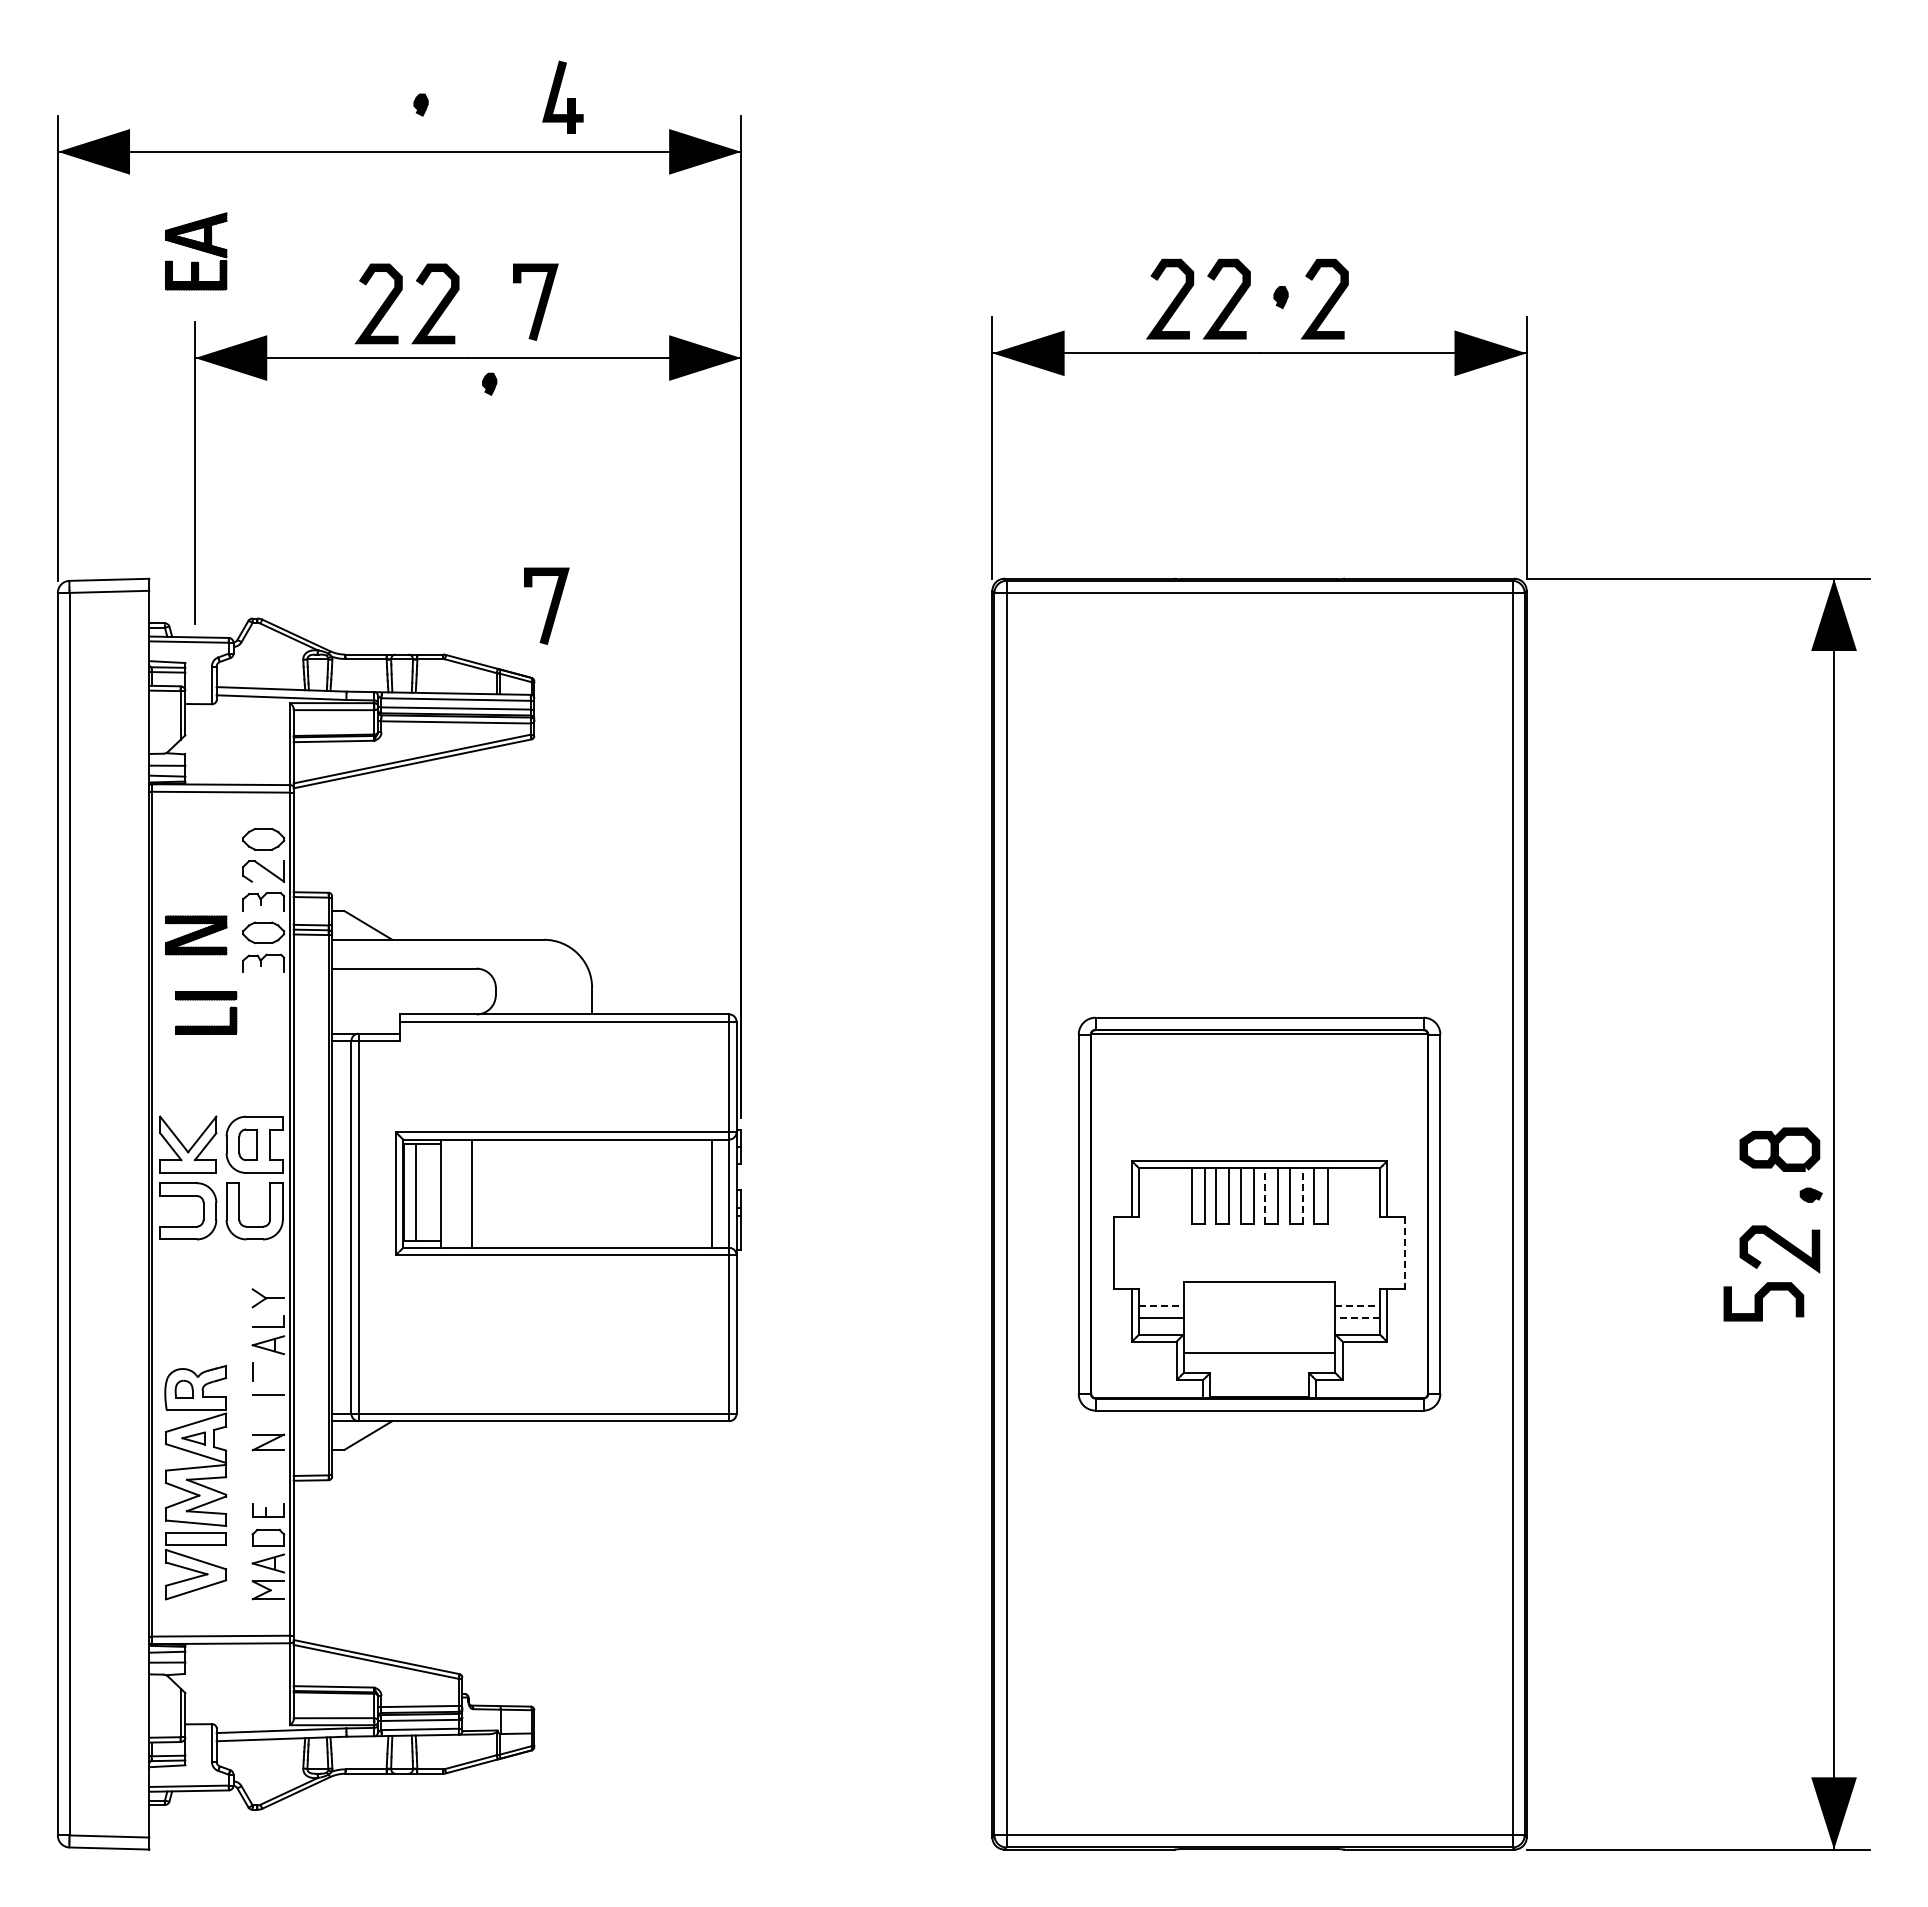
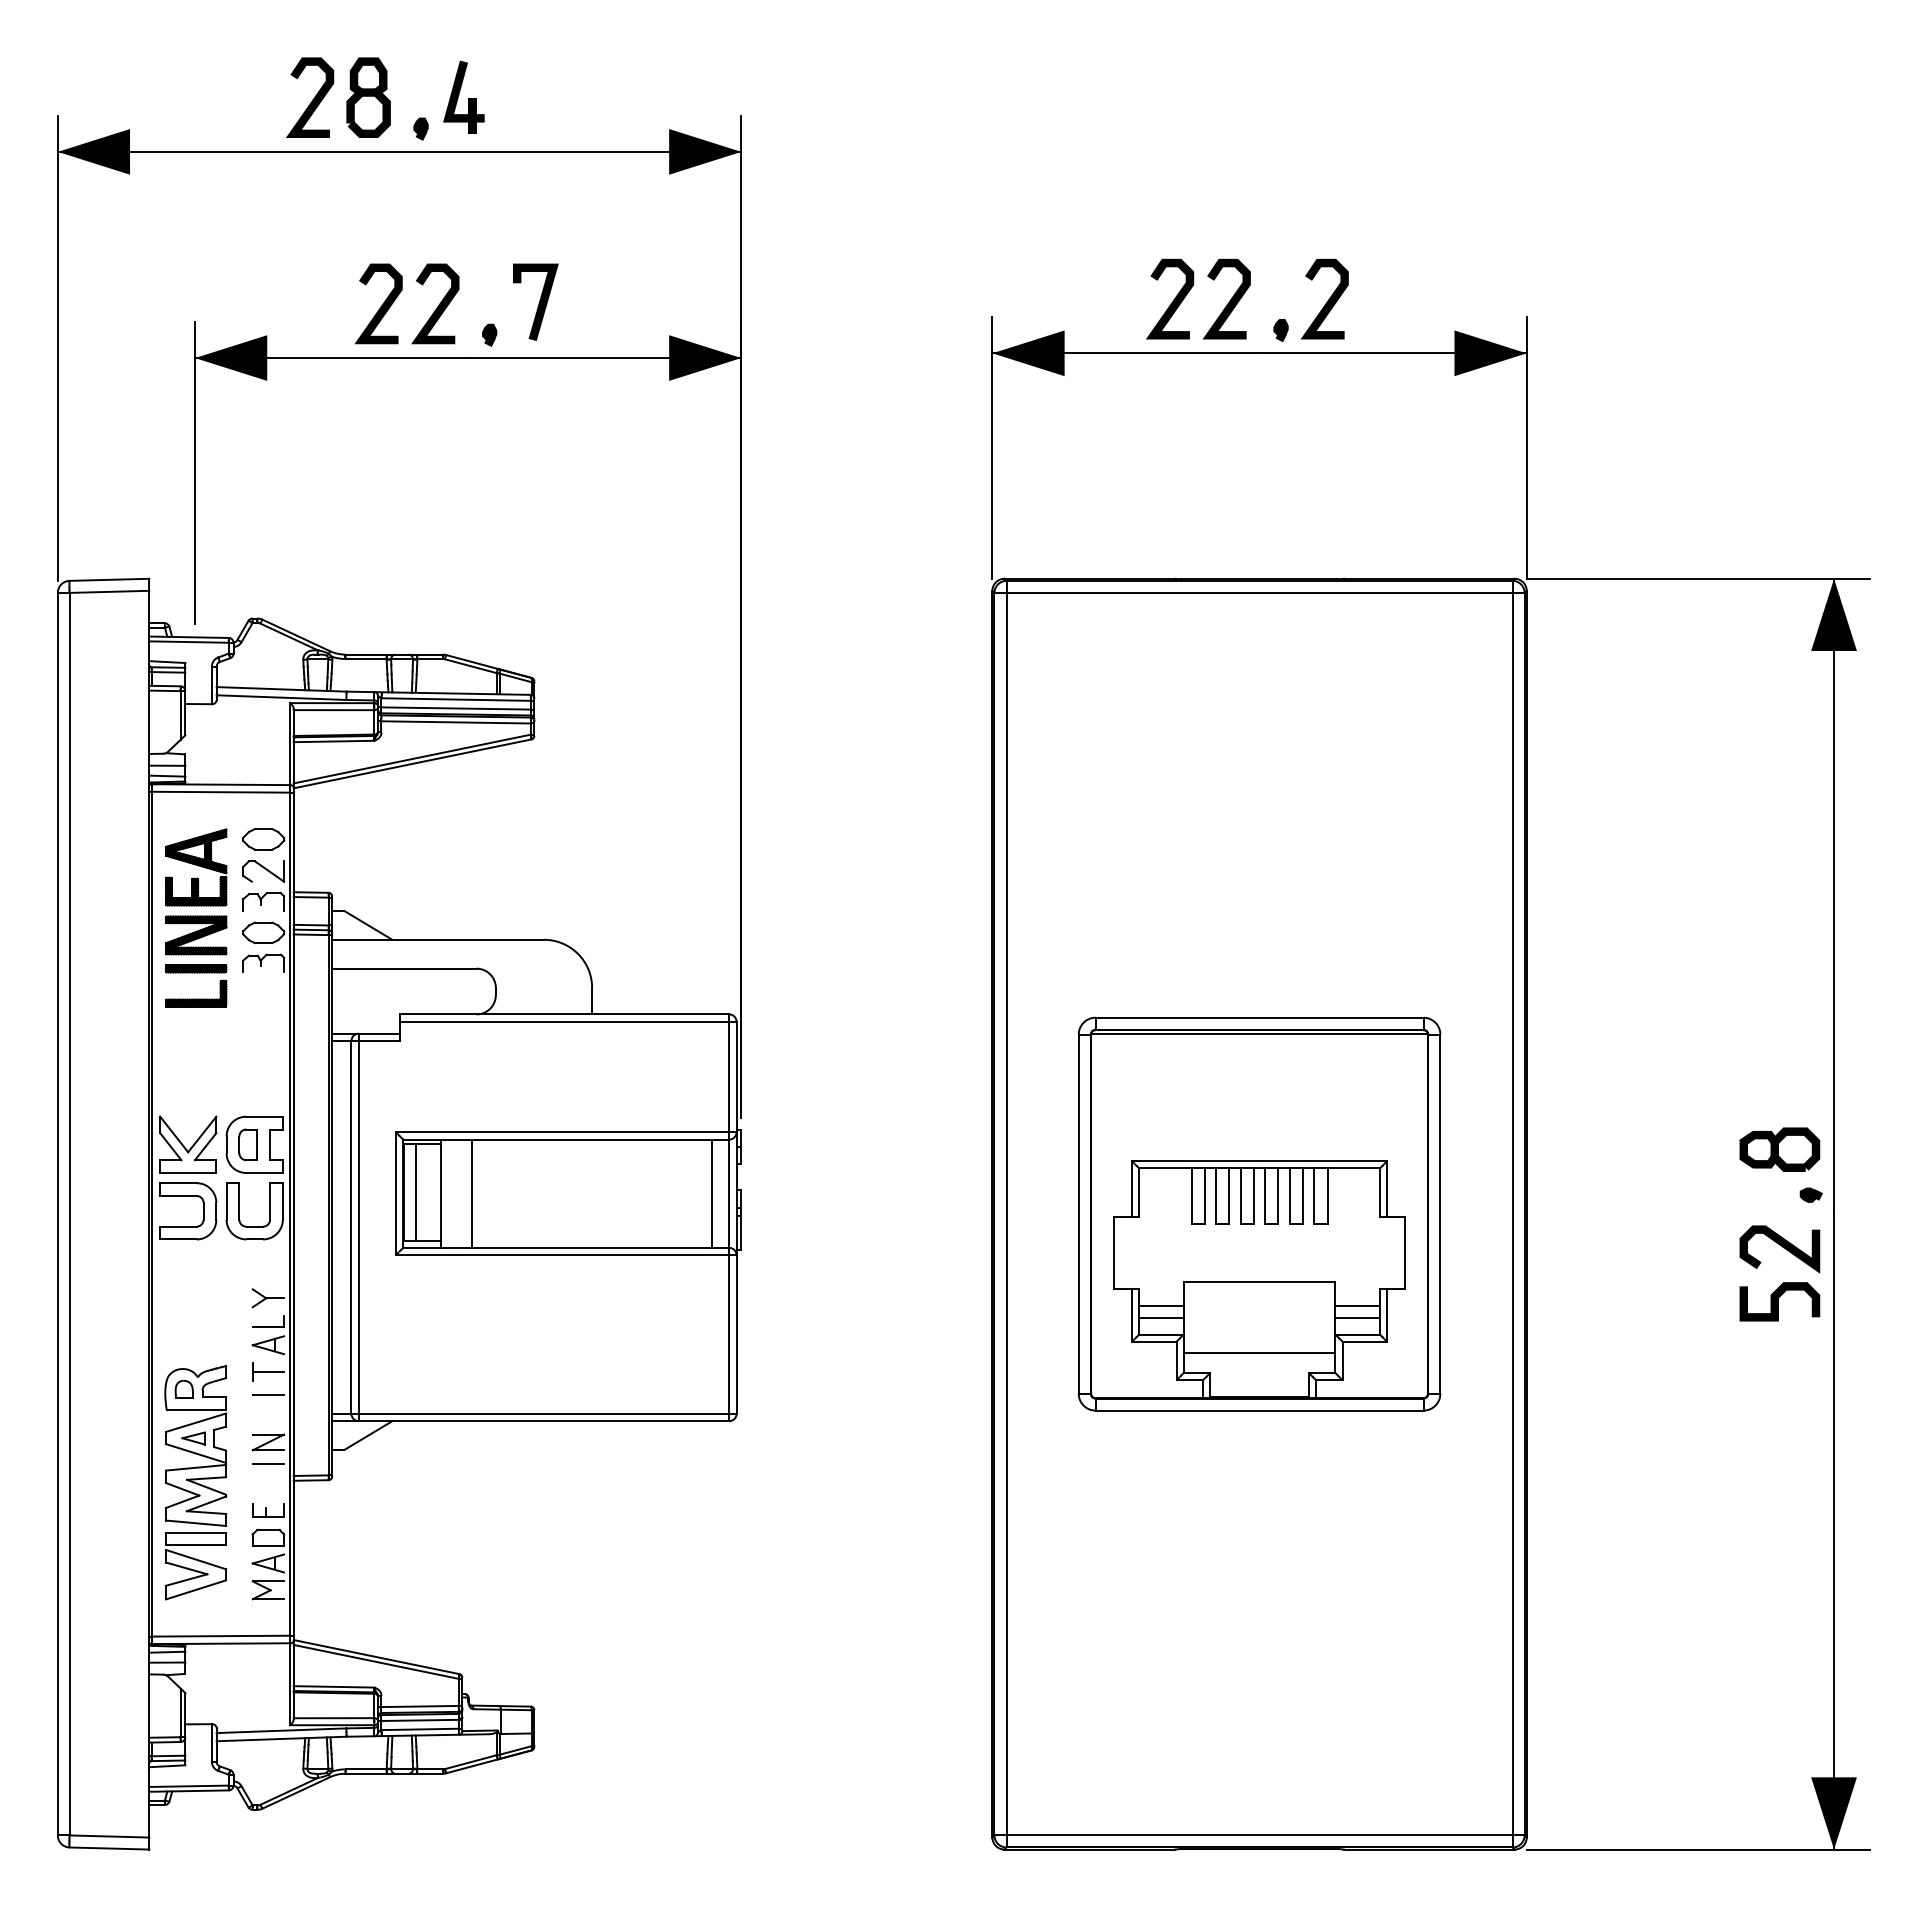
part at (562, 96) position: (562, 96) -> (463, 96)
part at (368, 97): none -> present
curve at (312, 99): none -> present
part at (420, 104) position: (420, 104) -> (420, 128)
part at (196, 251) position: (196, 251) -> (196, 867)
part at (1280, 297) position: (1280, 297) -> (1280, 330)
part at (489, 383) position: (489, 383) -> (489, 334)
line at (549, 607): present -> none
part at (206, 1000) position: (206, 1000) -> (196, 973)
line at (1265, 1196): dashed -> solid
line at (1303, 1196): dashed -> solid
line at (1405, 1253): dashed -> solid
curve at (1762, 1301) position: (1762, 1301) -> (1778, 1301)
line at (1161, 1305): dashed -> solid
line at (1358, 1305): dashed -> solid
line at (1357, 1317): dashed -> solid
line at (268, 1372): none -> present
line at (268, 1464): none -> present
